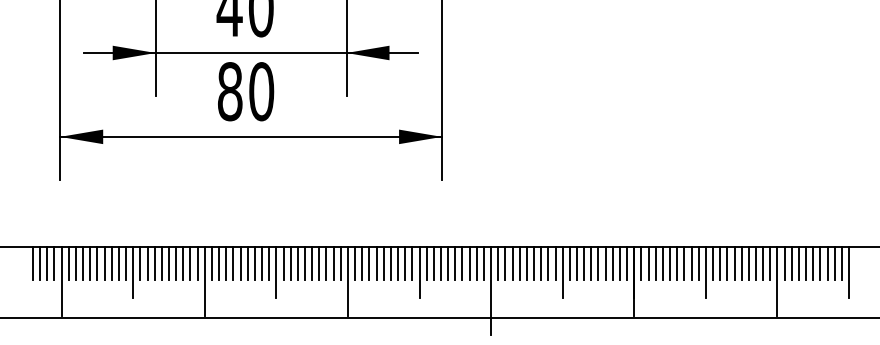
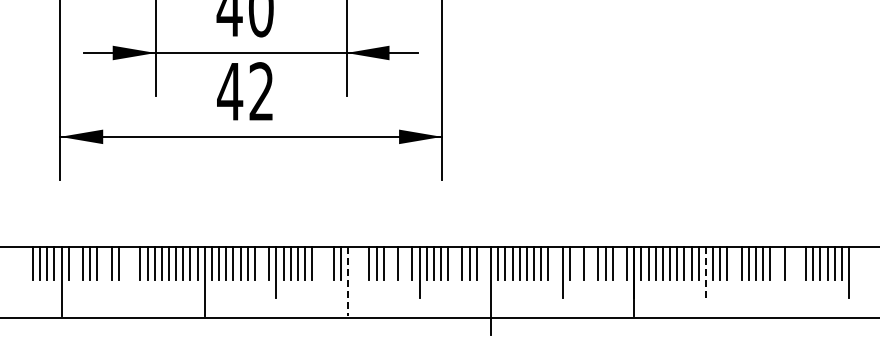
text at (245, 91): 80 -> 42
line at (75, 262): present -> none
line at (104, 262): present -> none
line at (126, 262): present -> none
line at (262, 262): present -> none
line at (319, 262): present -> none
line at (326, 262): present -> none
line at (355, 262): present -> none
line at (362, 262): present -> none
line at (390, 262): present -> none
line at (405, 262): present -> none
line at (455, 262): present -> none
line at (483, 262): present -> none
line at (555, 262): present -> none
line at (577, 262): present -> none
line at (591, 262): present -> none
line at (619, 262): present -> none
line at (734, 262): present -> none
line at (791, 262): present -> none
line at (798, 262): present -> none
line at (133, 271): present -> none
line at (705, 272): solid -> dashed
line at (347, 281): solid -> dashed
line at (777, 281): present -> none
